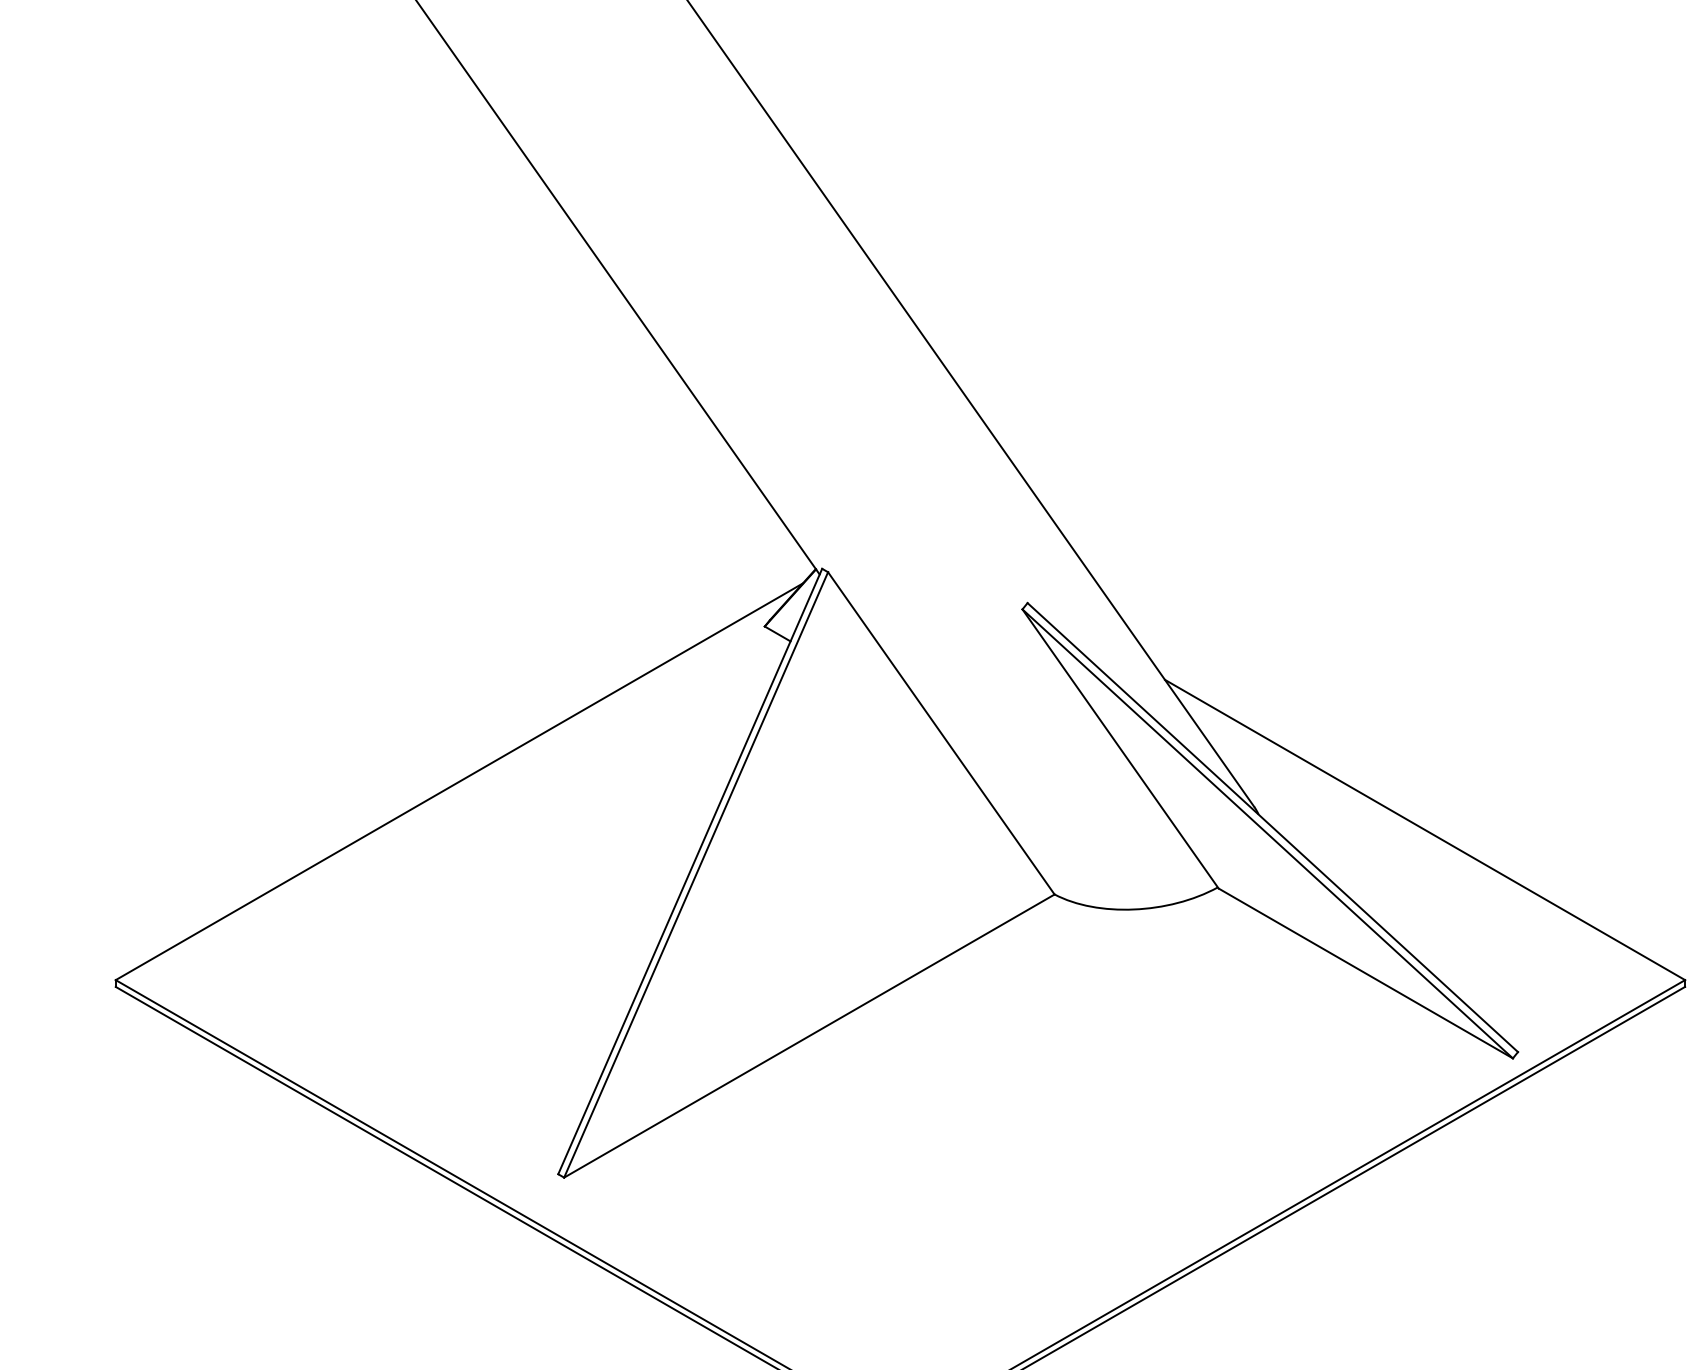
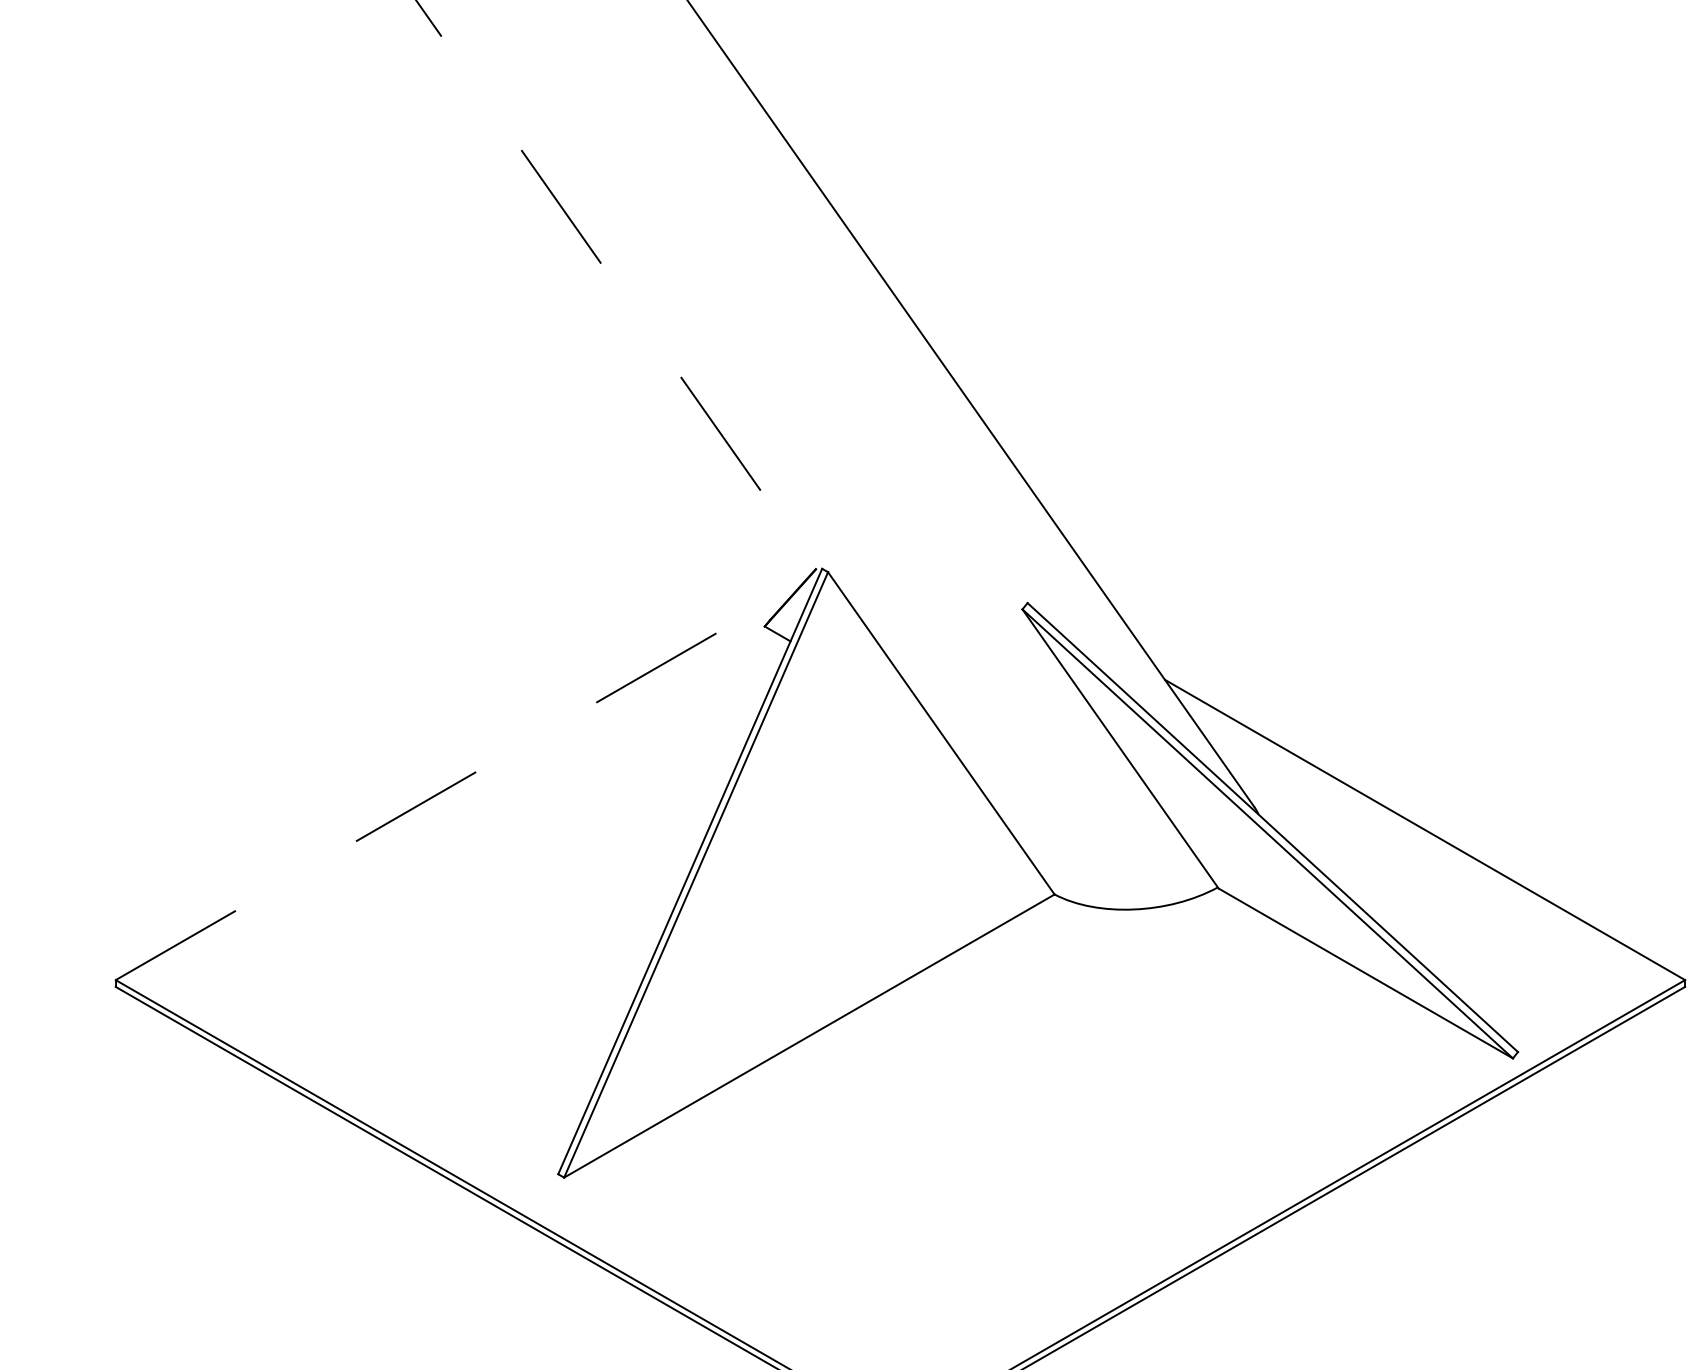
line at (617, 287): solid -> dashed
line at (459, 781): solid -> dashed
